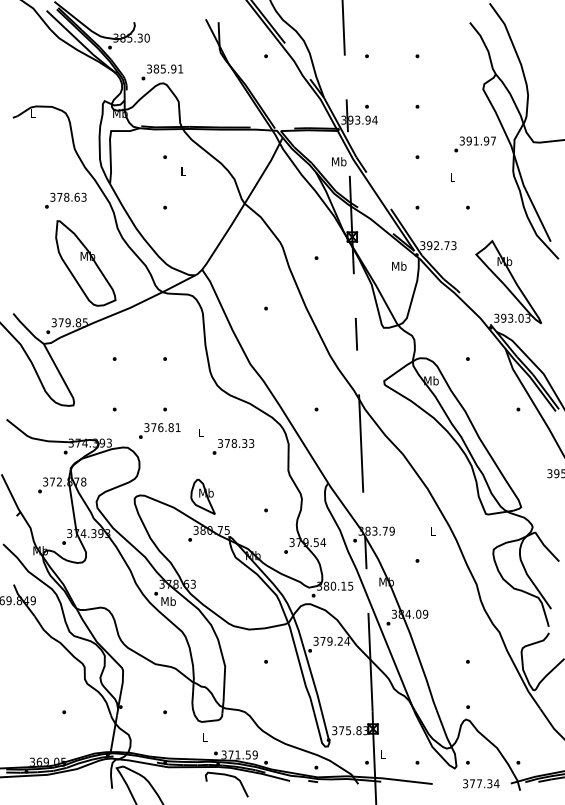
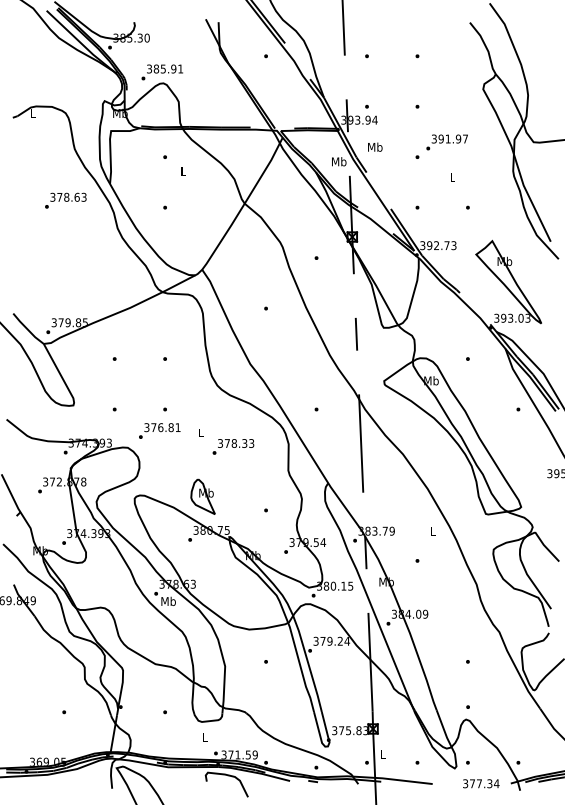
text at (474, 144) position: (474, 144) -> (446, 142)
part at (85, 263): present -> none
text at (399, 265) position: (399, 265) -> (375, 146)
